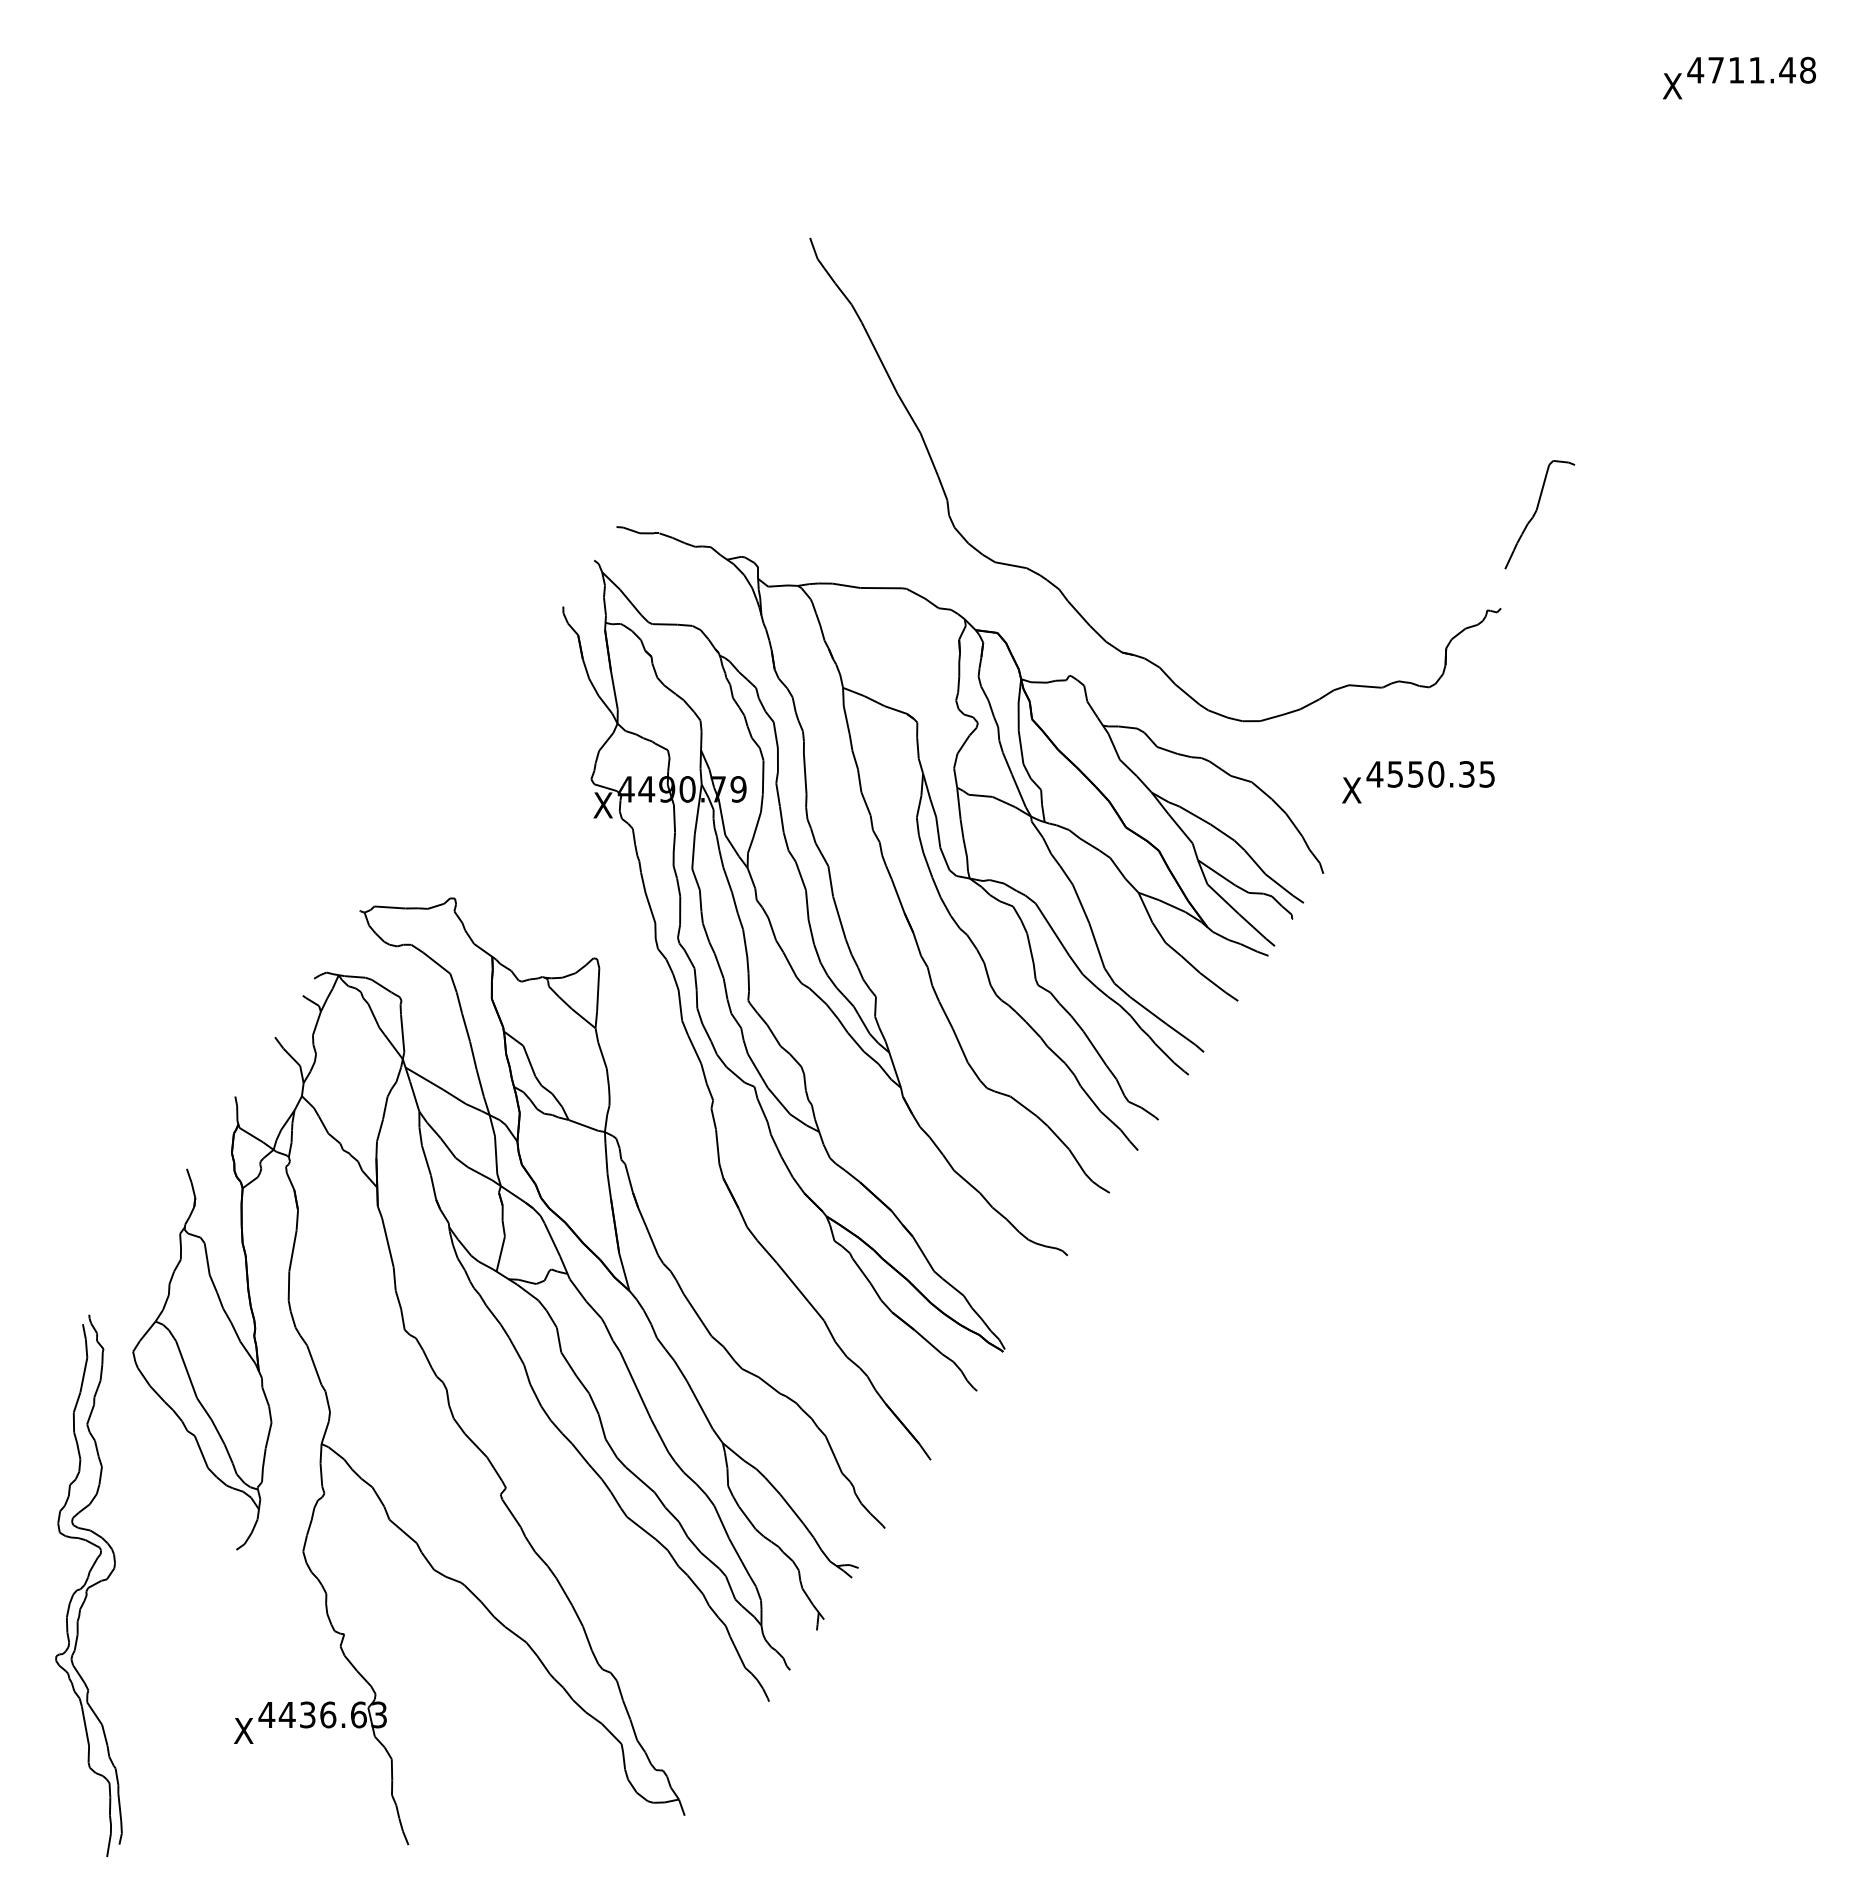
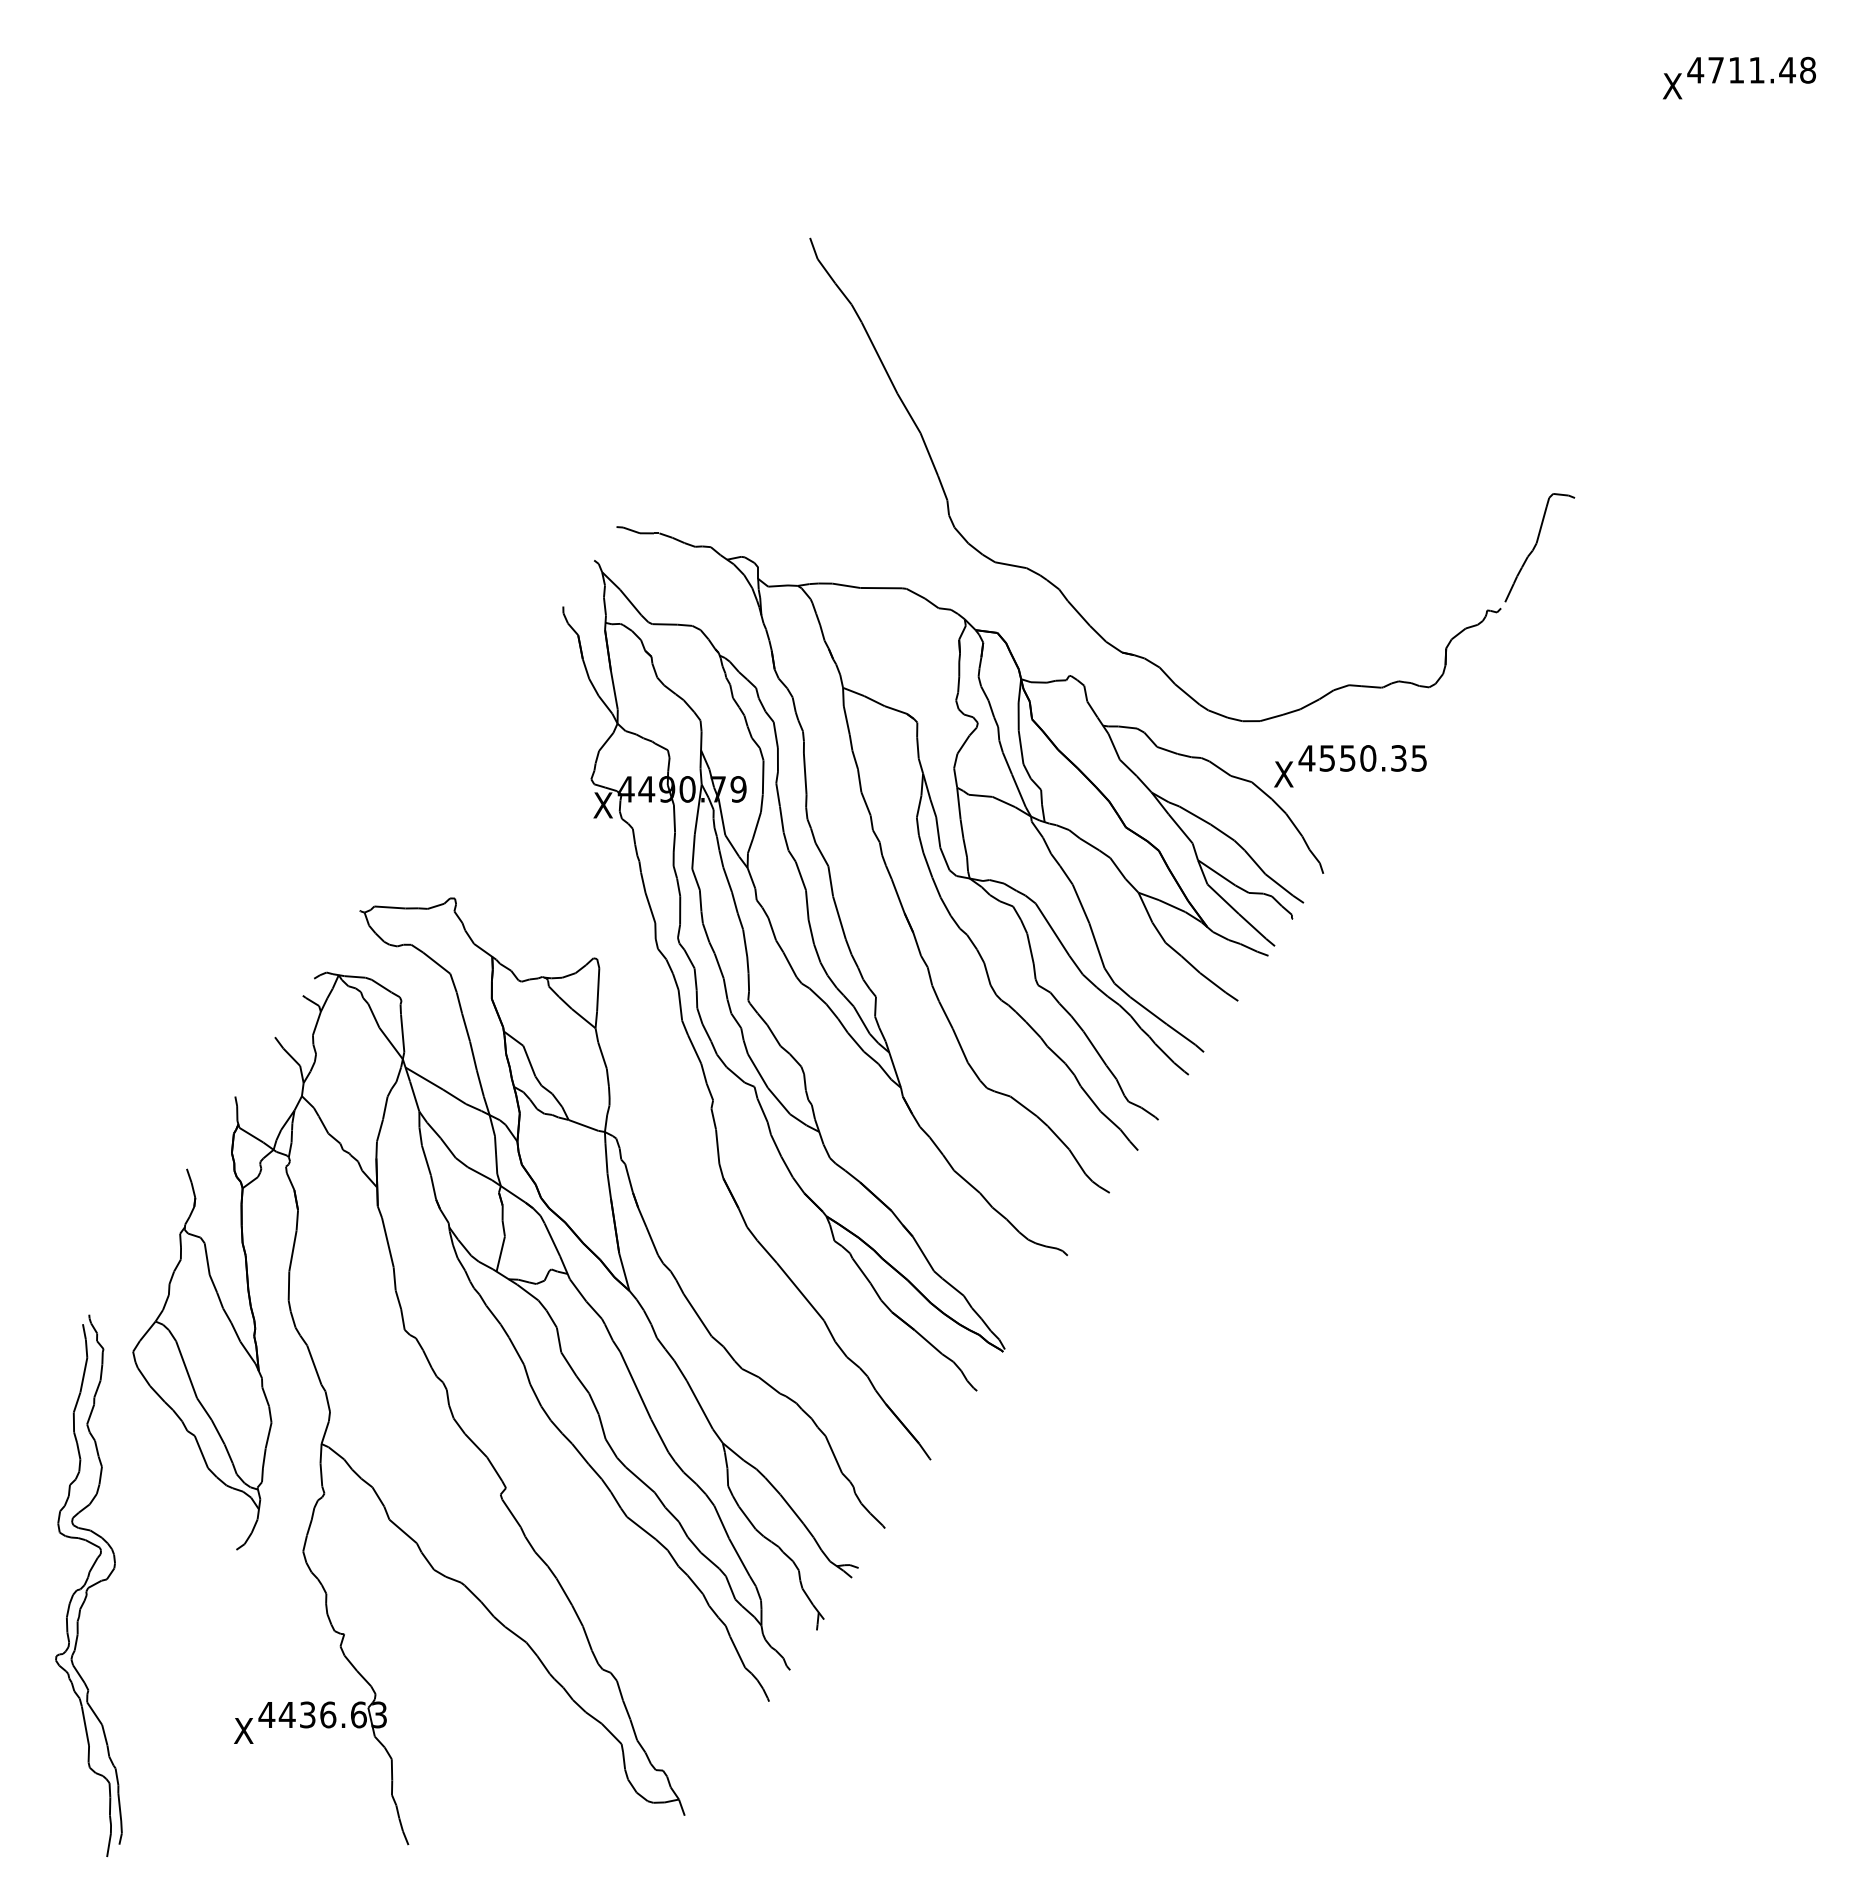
curve at (1536, 512) position: (1536, 512) -> (1536, 545)
text at (1418, 782) position: (1418, 782) -> (1350, 766)
